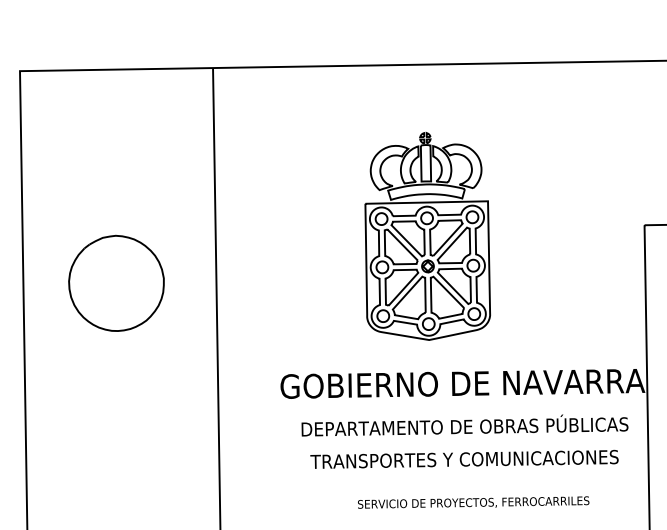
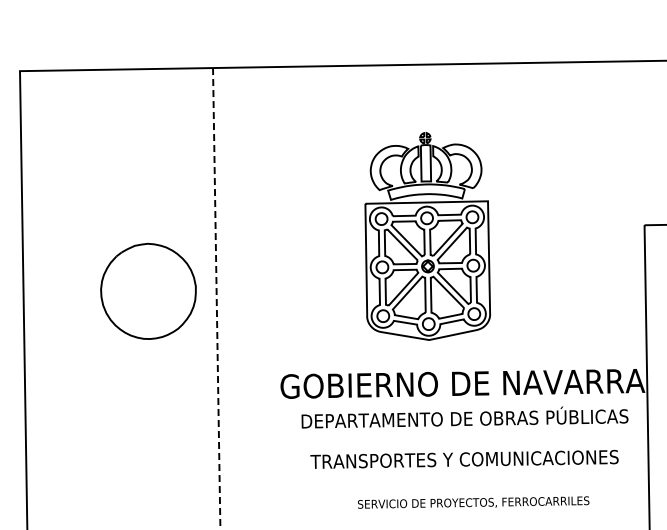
part at (116, 282) position: (116, 282) -> (148, 290)
line at (216, 298): solid -> dashed
text at (464, 425) position: (464, 425) -> (464, 417)
